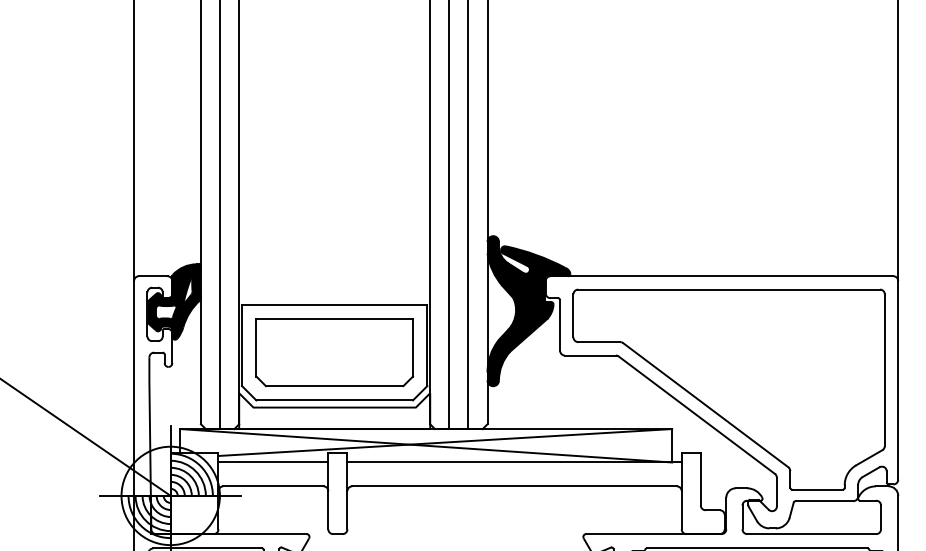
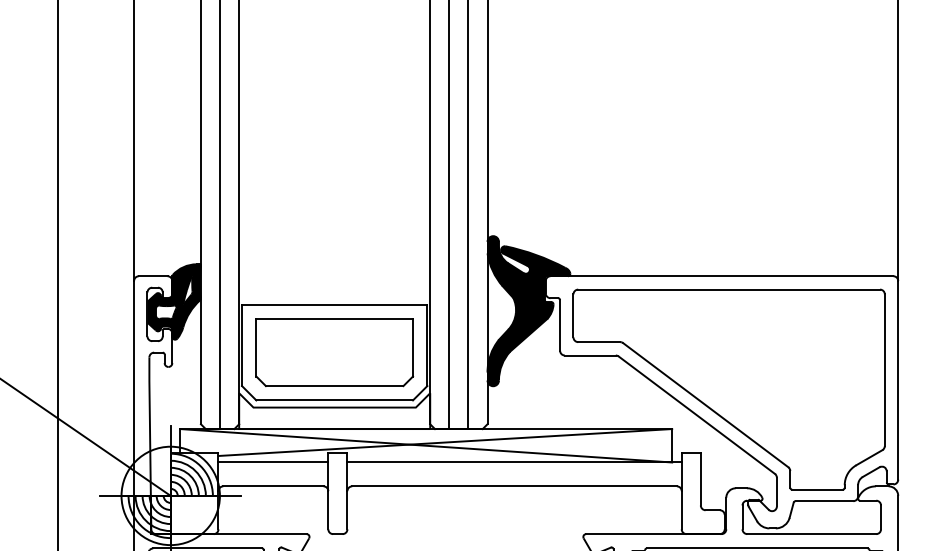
line at (57, 274): none -> present
